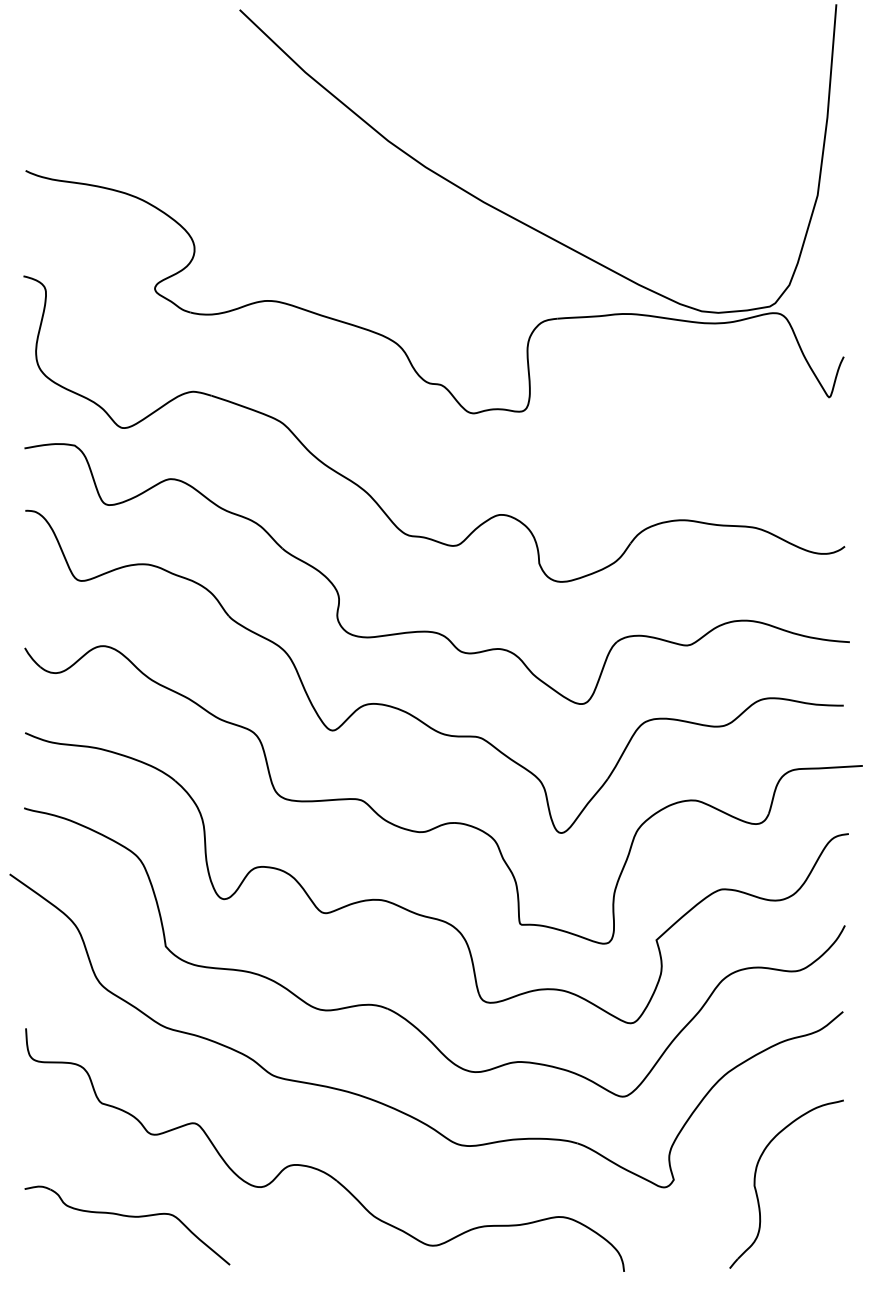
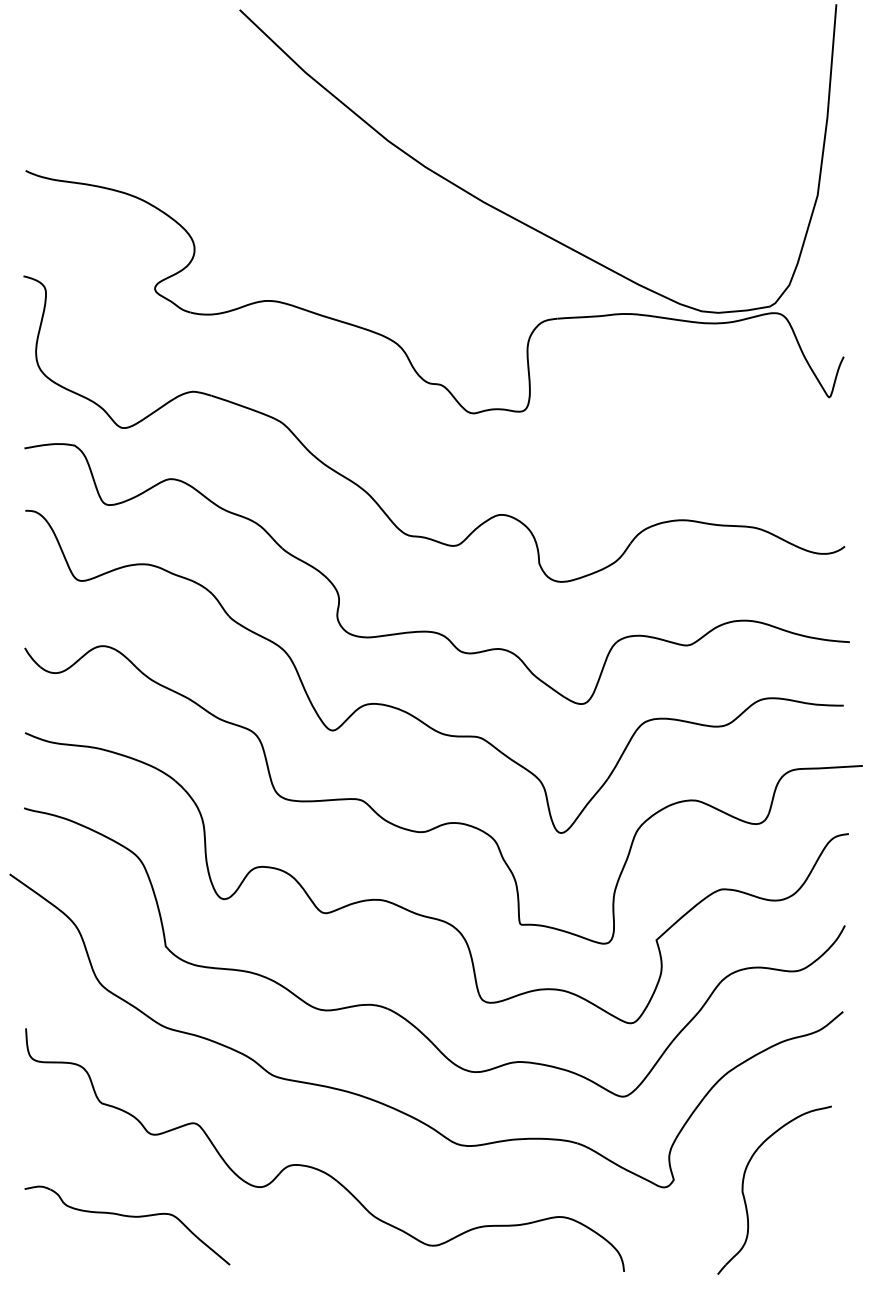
part at (757, 1192) position: (757, 1192) -> (745, 1198)
